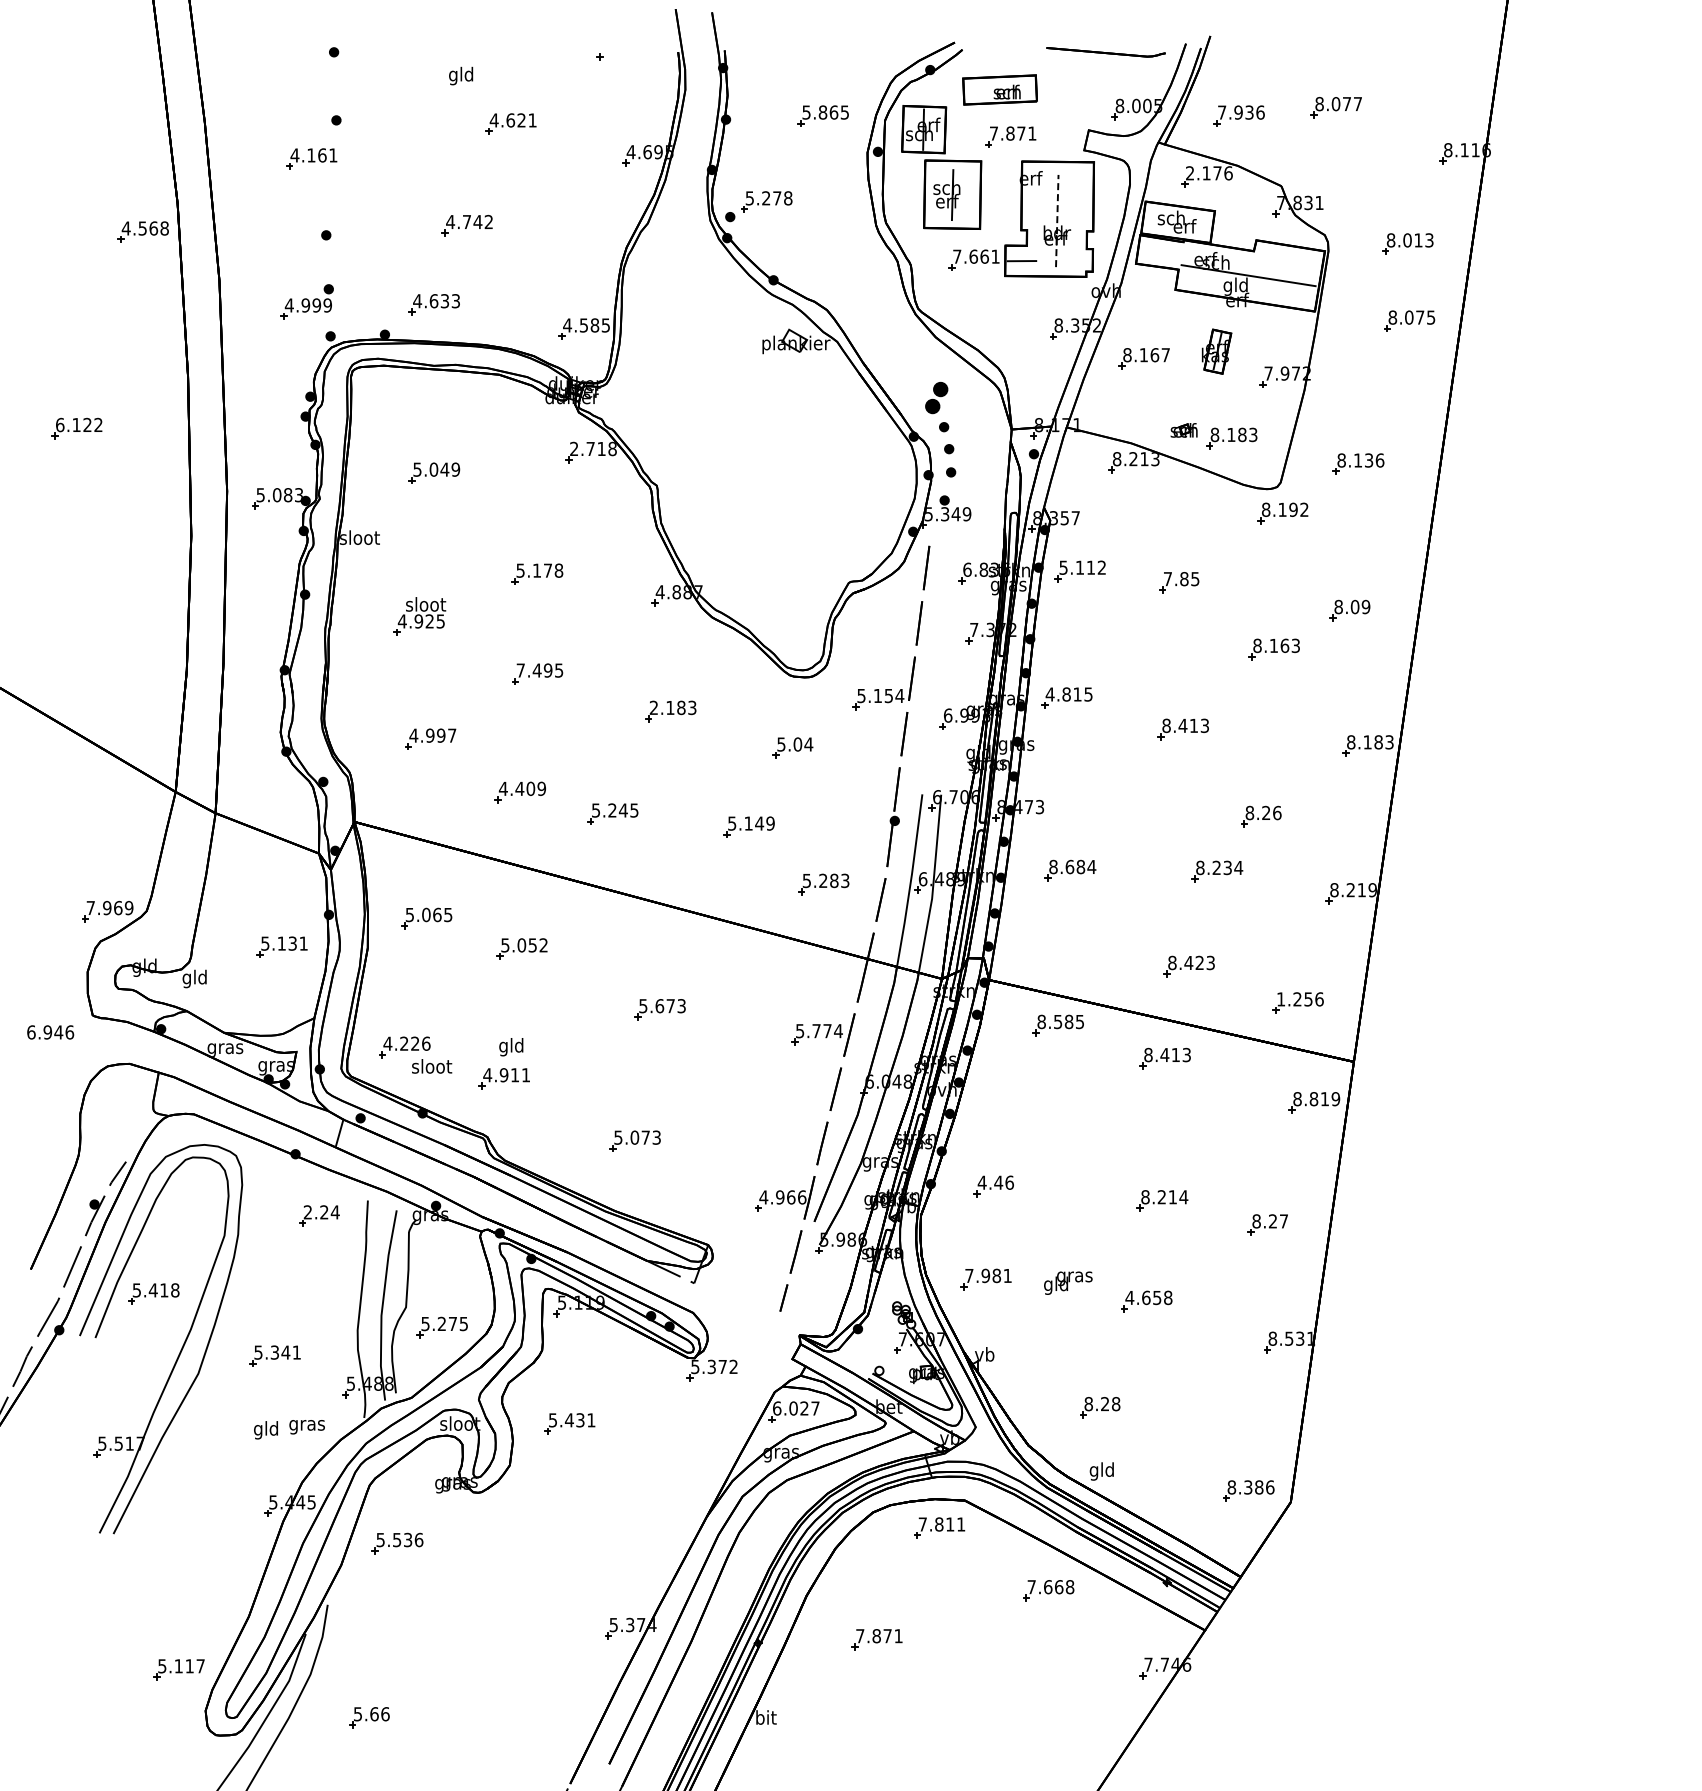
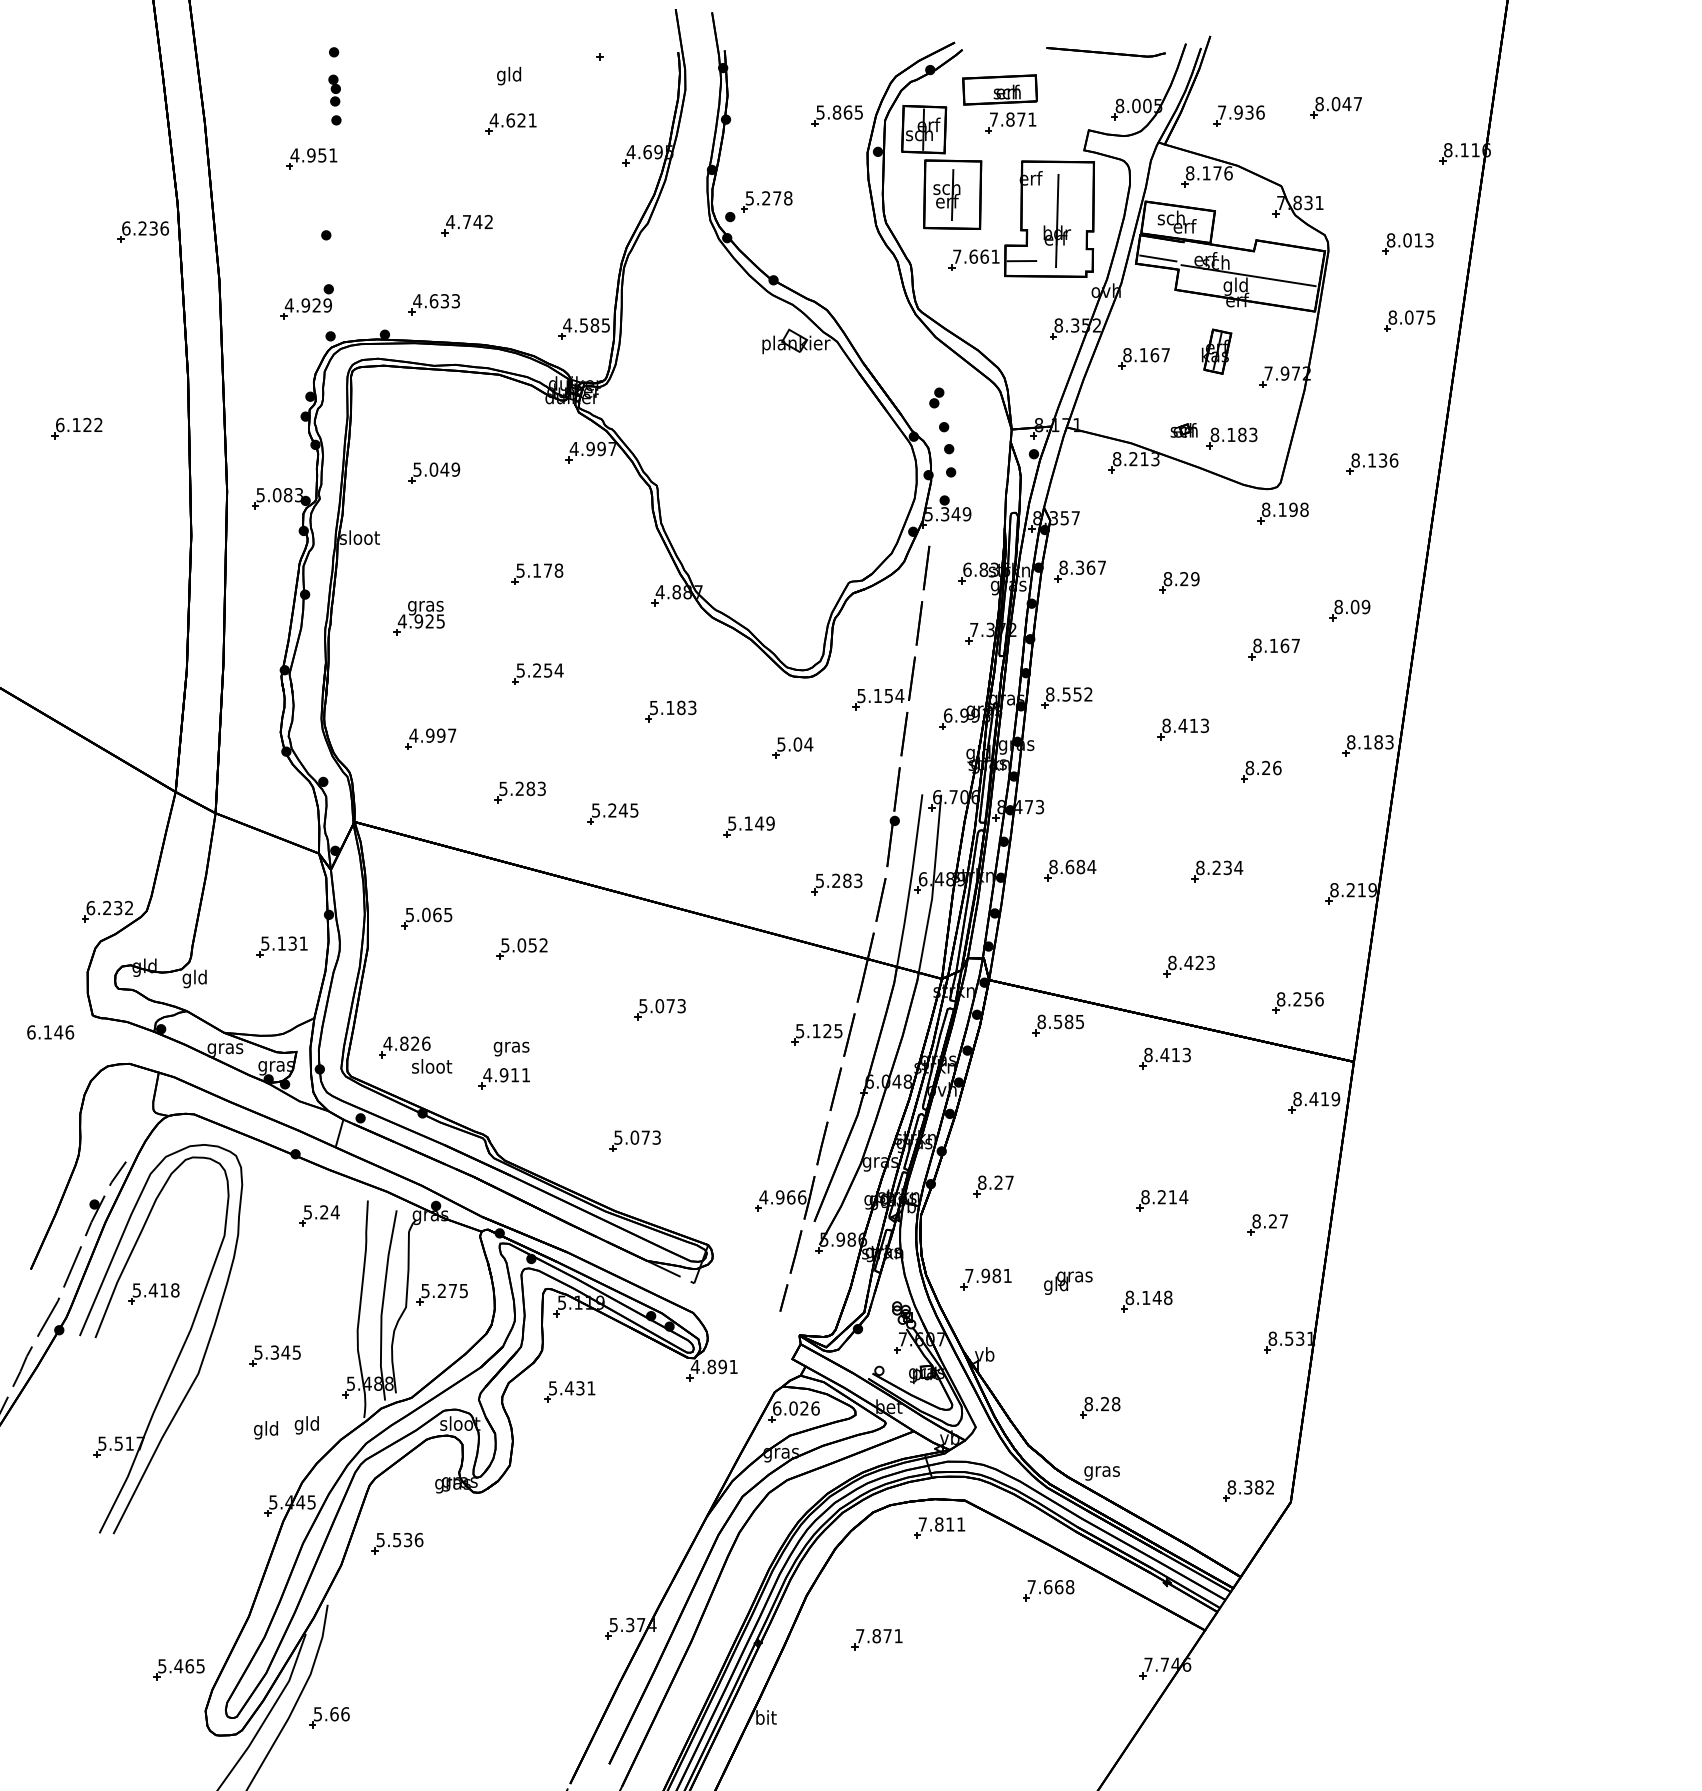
text at (461, 75) position: (461, 75) -> (509, 75)
part at (334, 90): none -> present
text at (1346, 104): 8.077 -> 8.047
part at (822, 115) position: (822, 115) -> (836, 115)
part at (1010, 136) position: (1010, 136) -> (1010, 122)
text at (316, 155): 4.161 -> 4.951
text at (1190, 173): 2.176 -> 8.176
line at (1057, 220): dashed -> solid
text at (144, 228): 4.568 -> 6.236
line at (1158, 258): none -> present
text at (316, 305): 4.999 -> 4.929
part at (936, 397) size: 24x34 px -> 16x22 px
text at (592, 448): 2.718 -> 4.997
part at (1358, 463) position: (1358, 463) -> (1372, 463)
text at (1304, 509): 8.192 -> 8.198
text at (1082, 567): 5.112 -> 8.367
text at (1181, 579): 7.85 -> 8.29
text at (426, 606): sloot -> gras
text at (1295, 645): 8.163 -> 8.167
text at (539, 670): 7.495 -> 5.254
text at (1068, 694): 4.815 -> 8.552
text at (653, 707): 2.183 -> 5.183
text at (522, 788): 4.409 -> 5.283
part at (1261, 816) position: (1261, 816) -> (1261, 771)
part at (823, 884) position: (823, 884) -> (836, 884)
text at (109, 907): 7.969 -> 6.232
text at (1281, 999): 1.256 -> 8.256
text at (659, 1005): 5.673 -> 5.073
text at (827, 1031): 5.774 -> 5.125
text at (47, 1032): 6.946 -> 6.146
text at (404, 1043): 4.226 -> 4.826
text at (511, 1047): gld -> gras
text at (1313, 1099): 8.819 -> 8.419
text at (995, 1182): 4.46 -> 8.27
text at (307, 1212): 2.24 -> 5.24
text at (1143, 1297): 4.658 -> 8.148
part at (441, 1327) position: (441, 1327) -> (441, 1294)
text at (296, 1352): 5.341 -> 5.345
text at (713, 1366): 5.372 -> 4.891
text at (815, 1408): 6.027 -> 6.026
part at (569, 1423) position: (569, 1423) -> (569, 1391)
text at (306, 1425): gras -> gld
text at (1101, 1471): gld -> gras
text at (1270, 1487): 8.386 -> 8.382
text at (189, 1666): 5.117 -> 5.465
part at (369, 1717) position: (369, 1717) -> (329, 1717)
